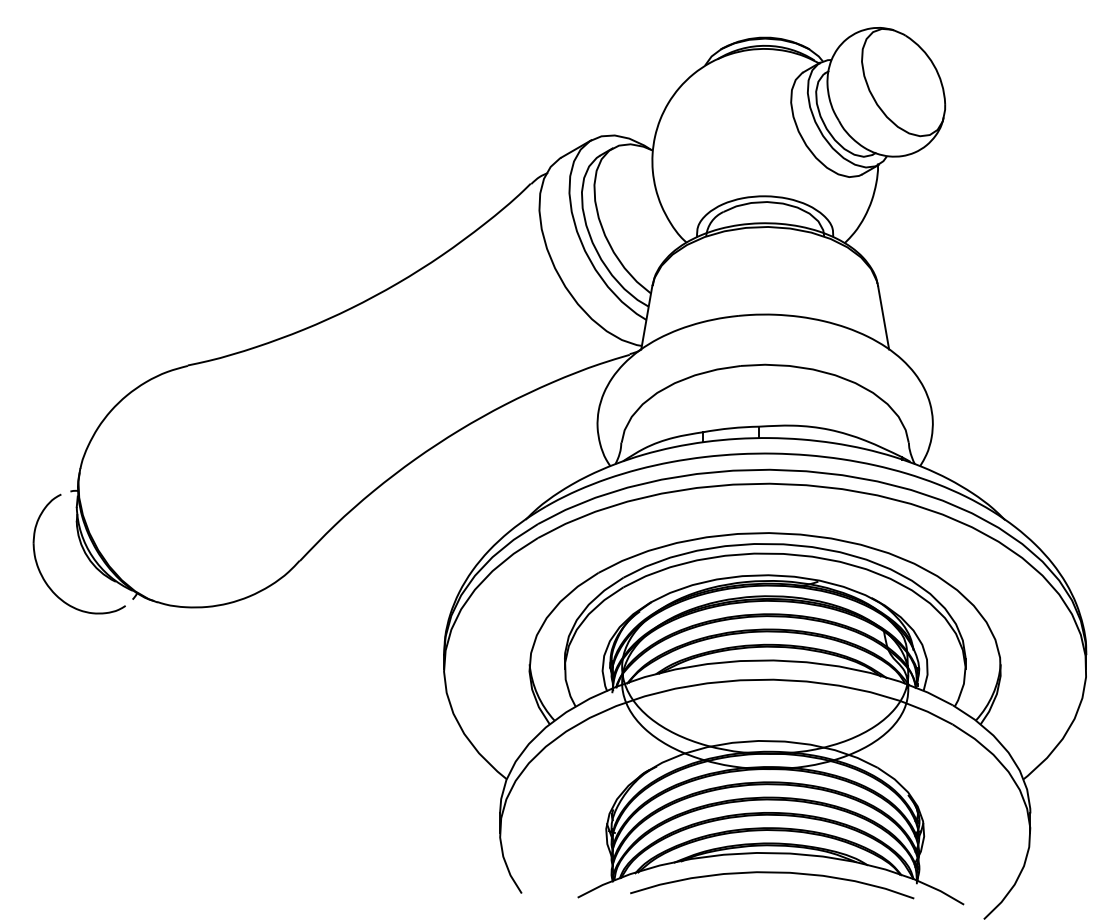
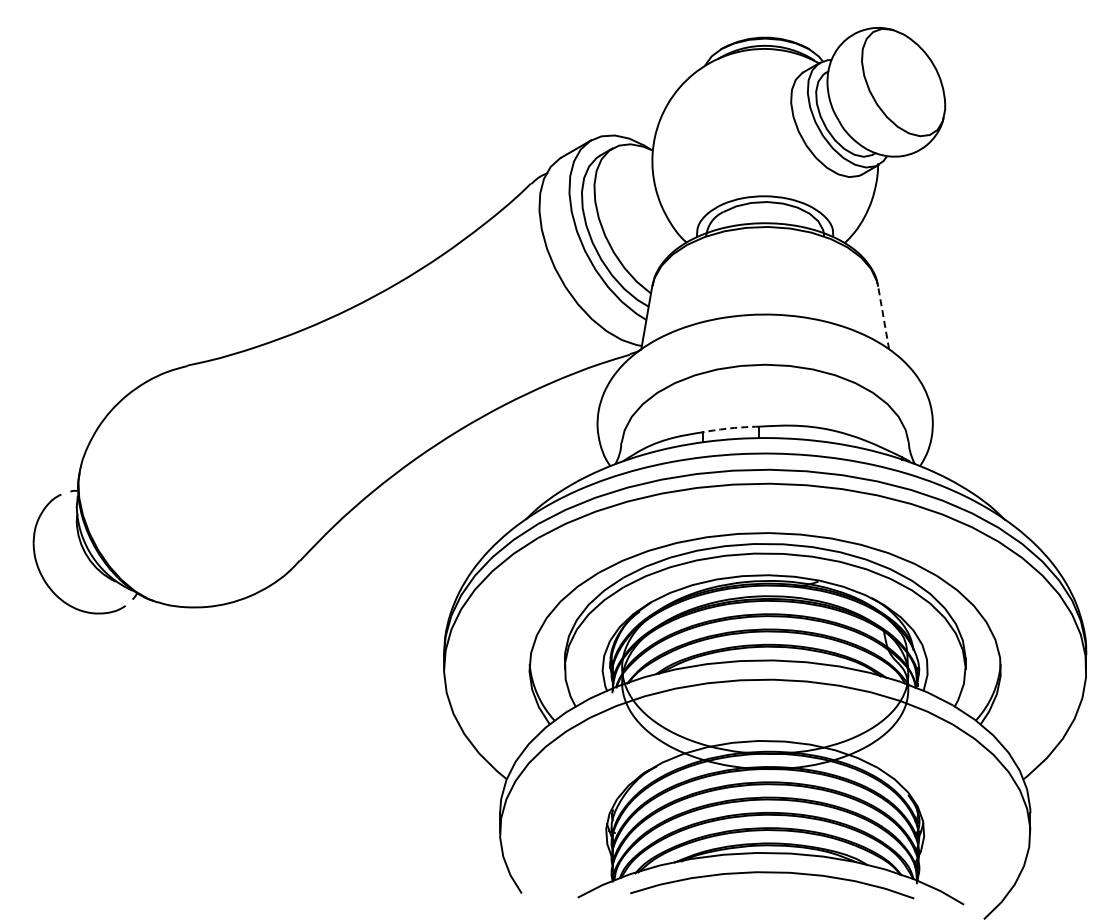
line at (883, 317): solid -> dashed
arc at (730, 428): solid -> dashed
